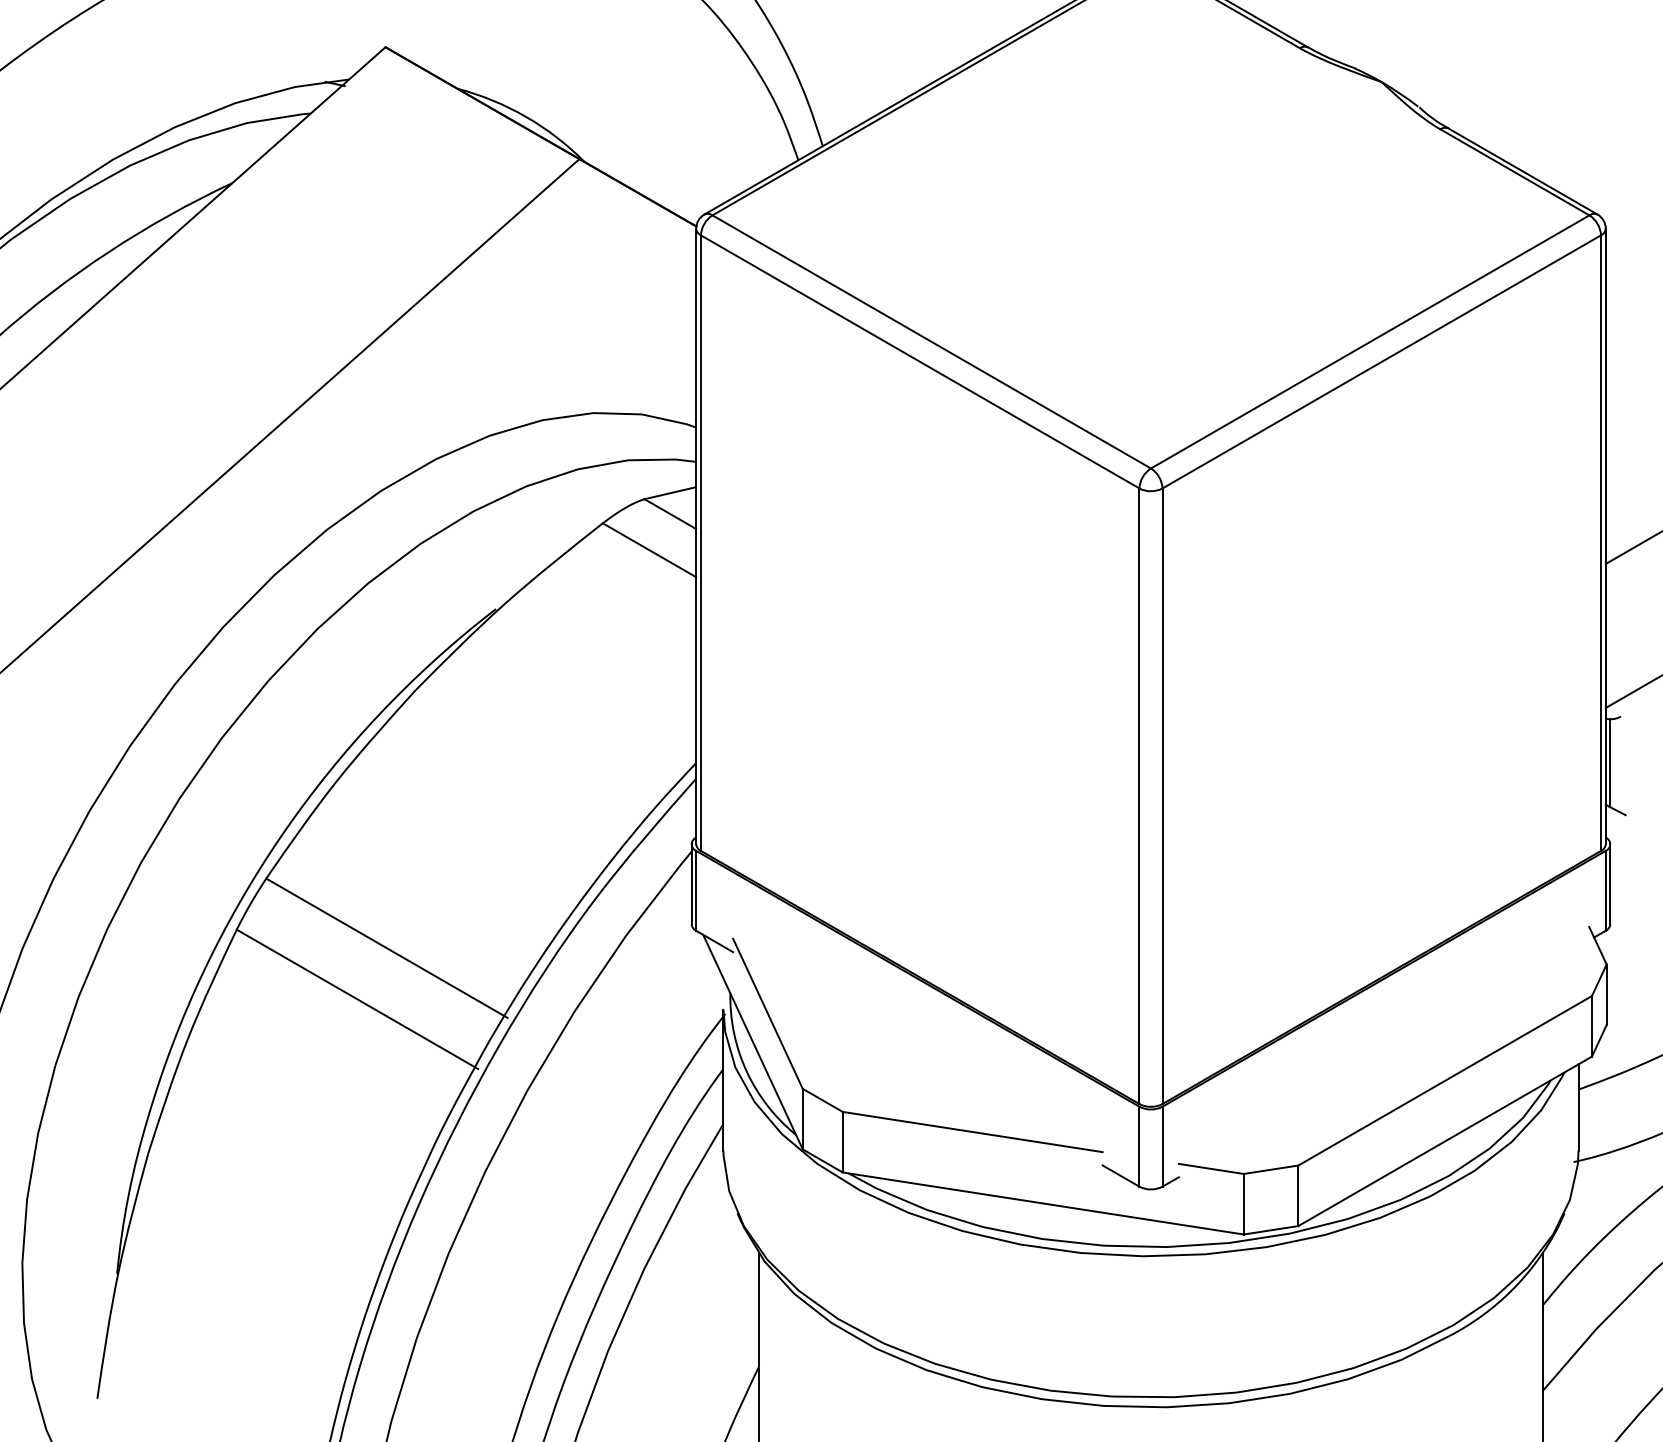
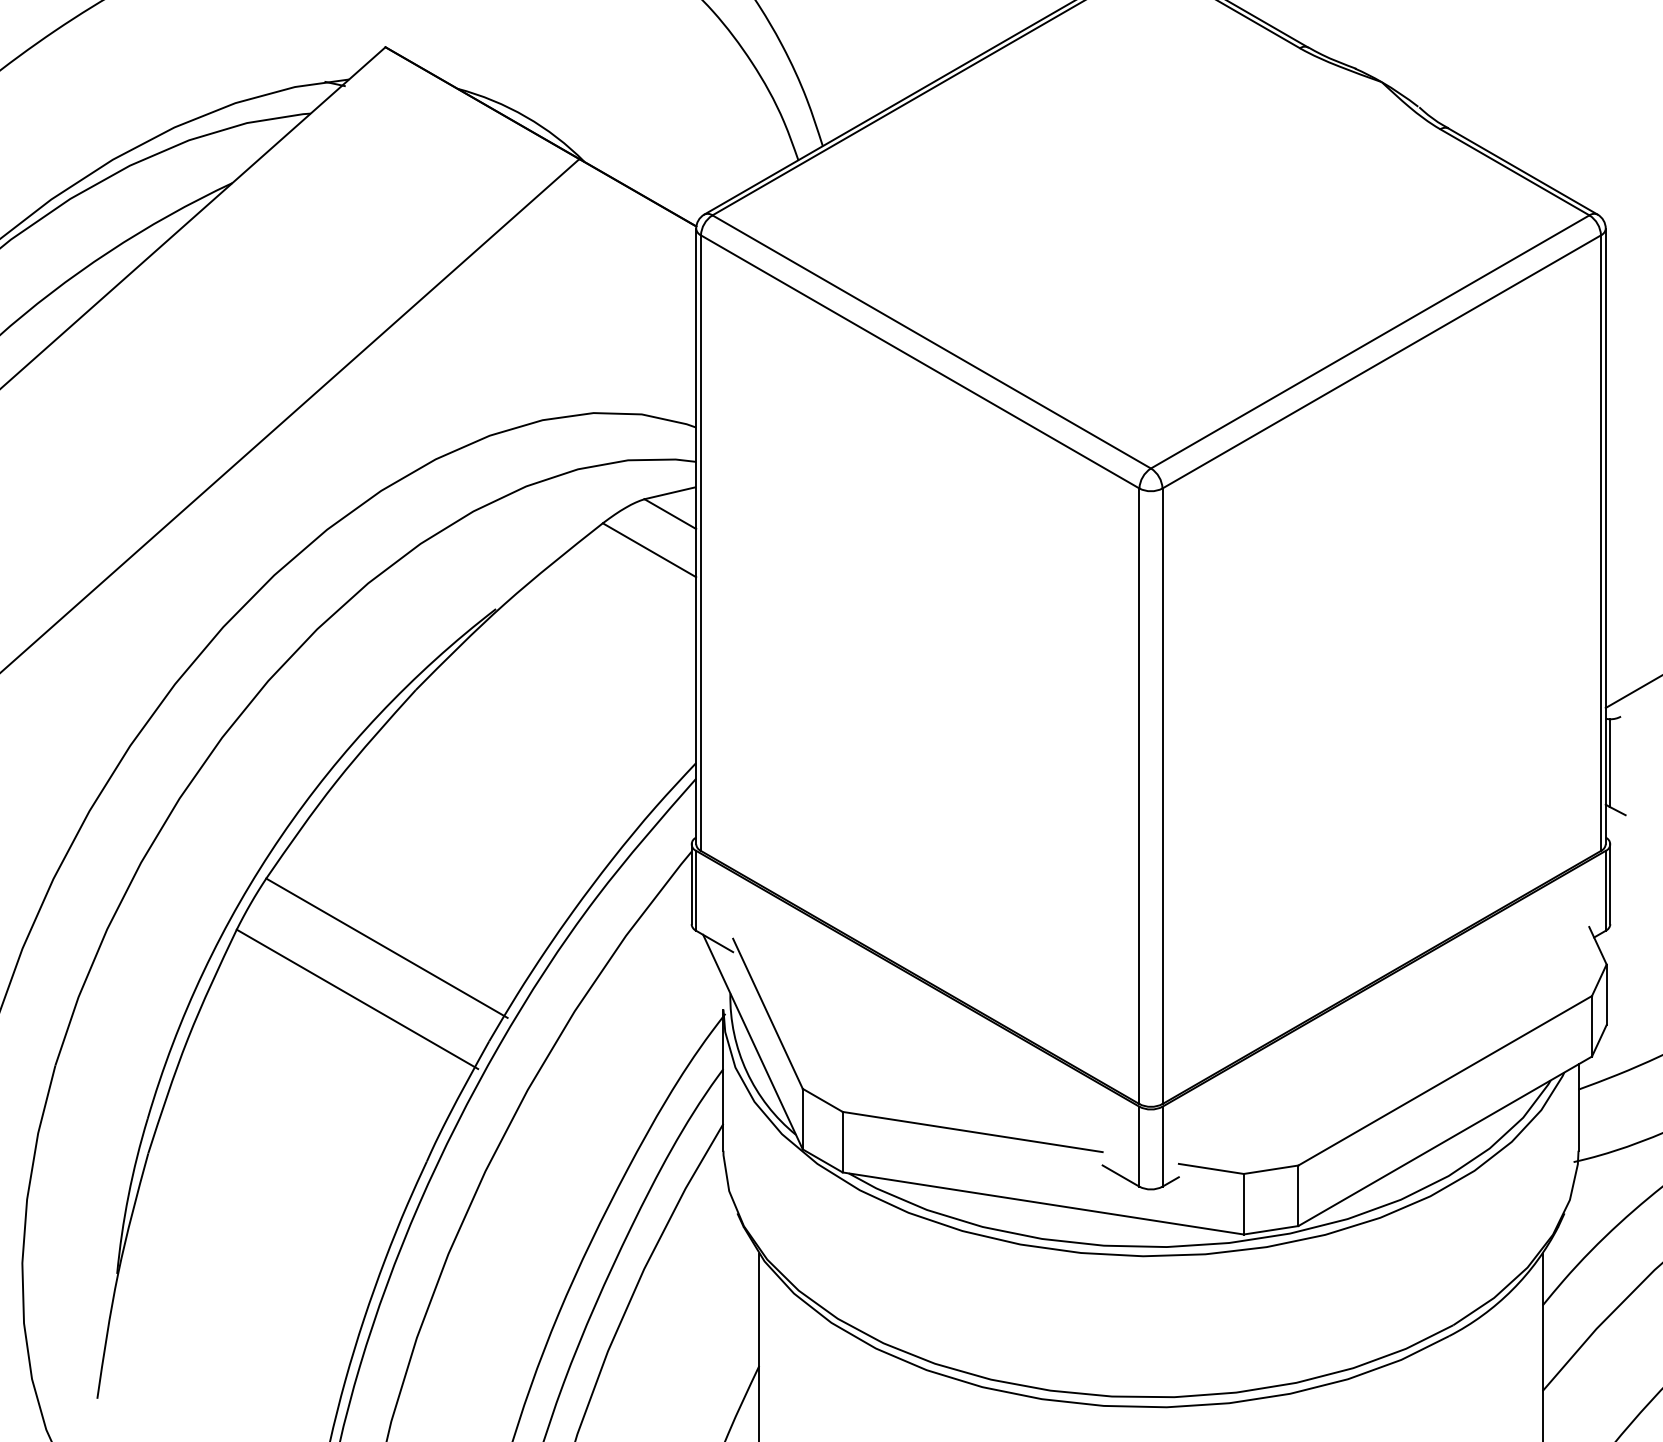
line at (1632, 547): present -> none
